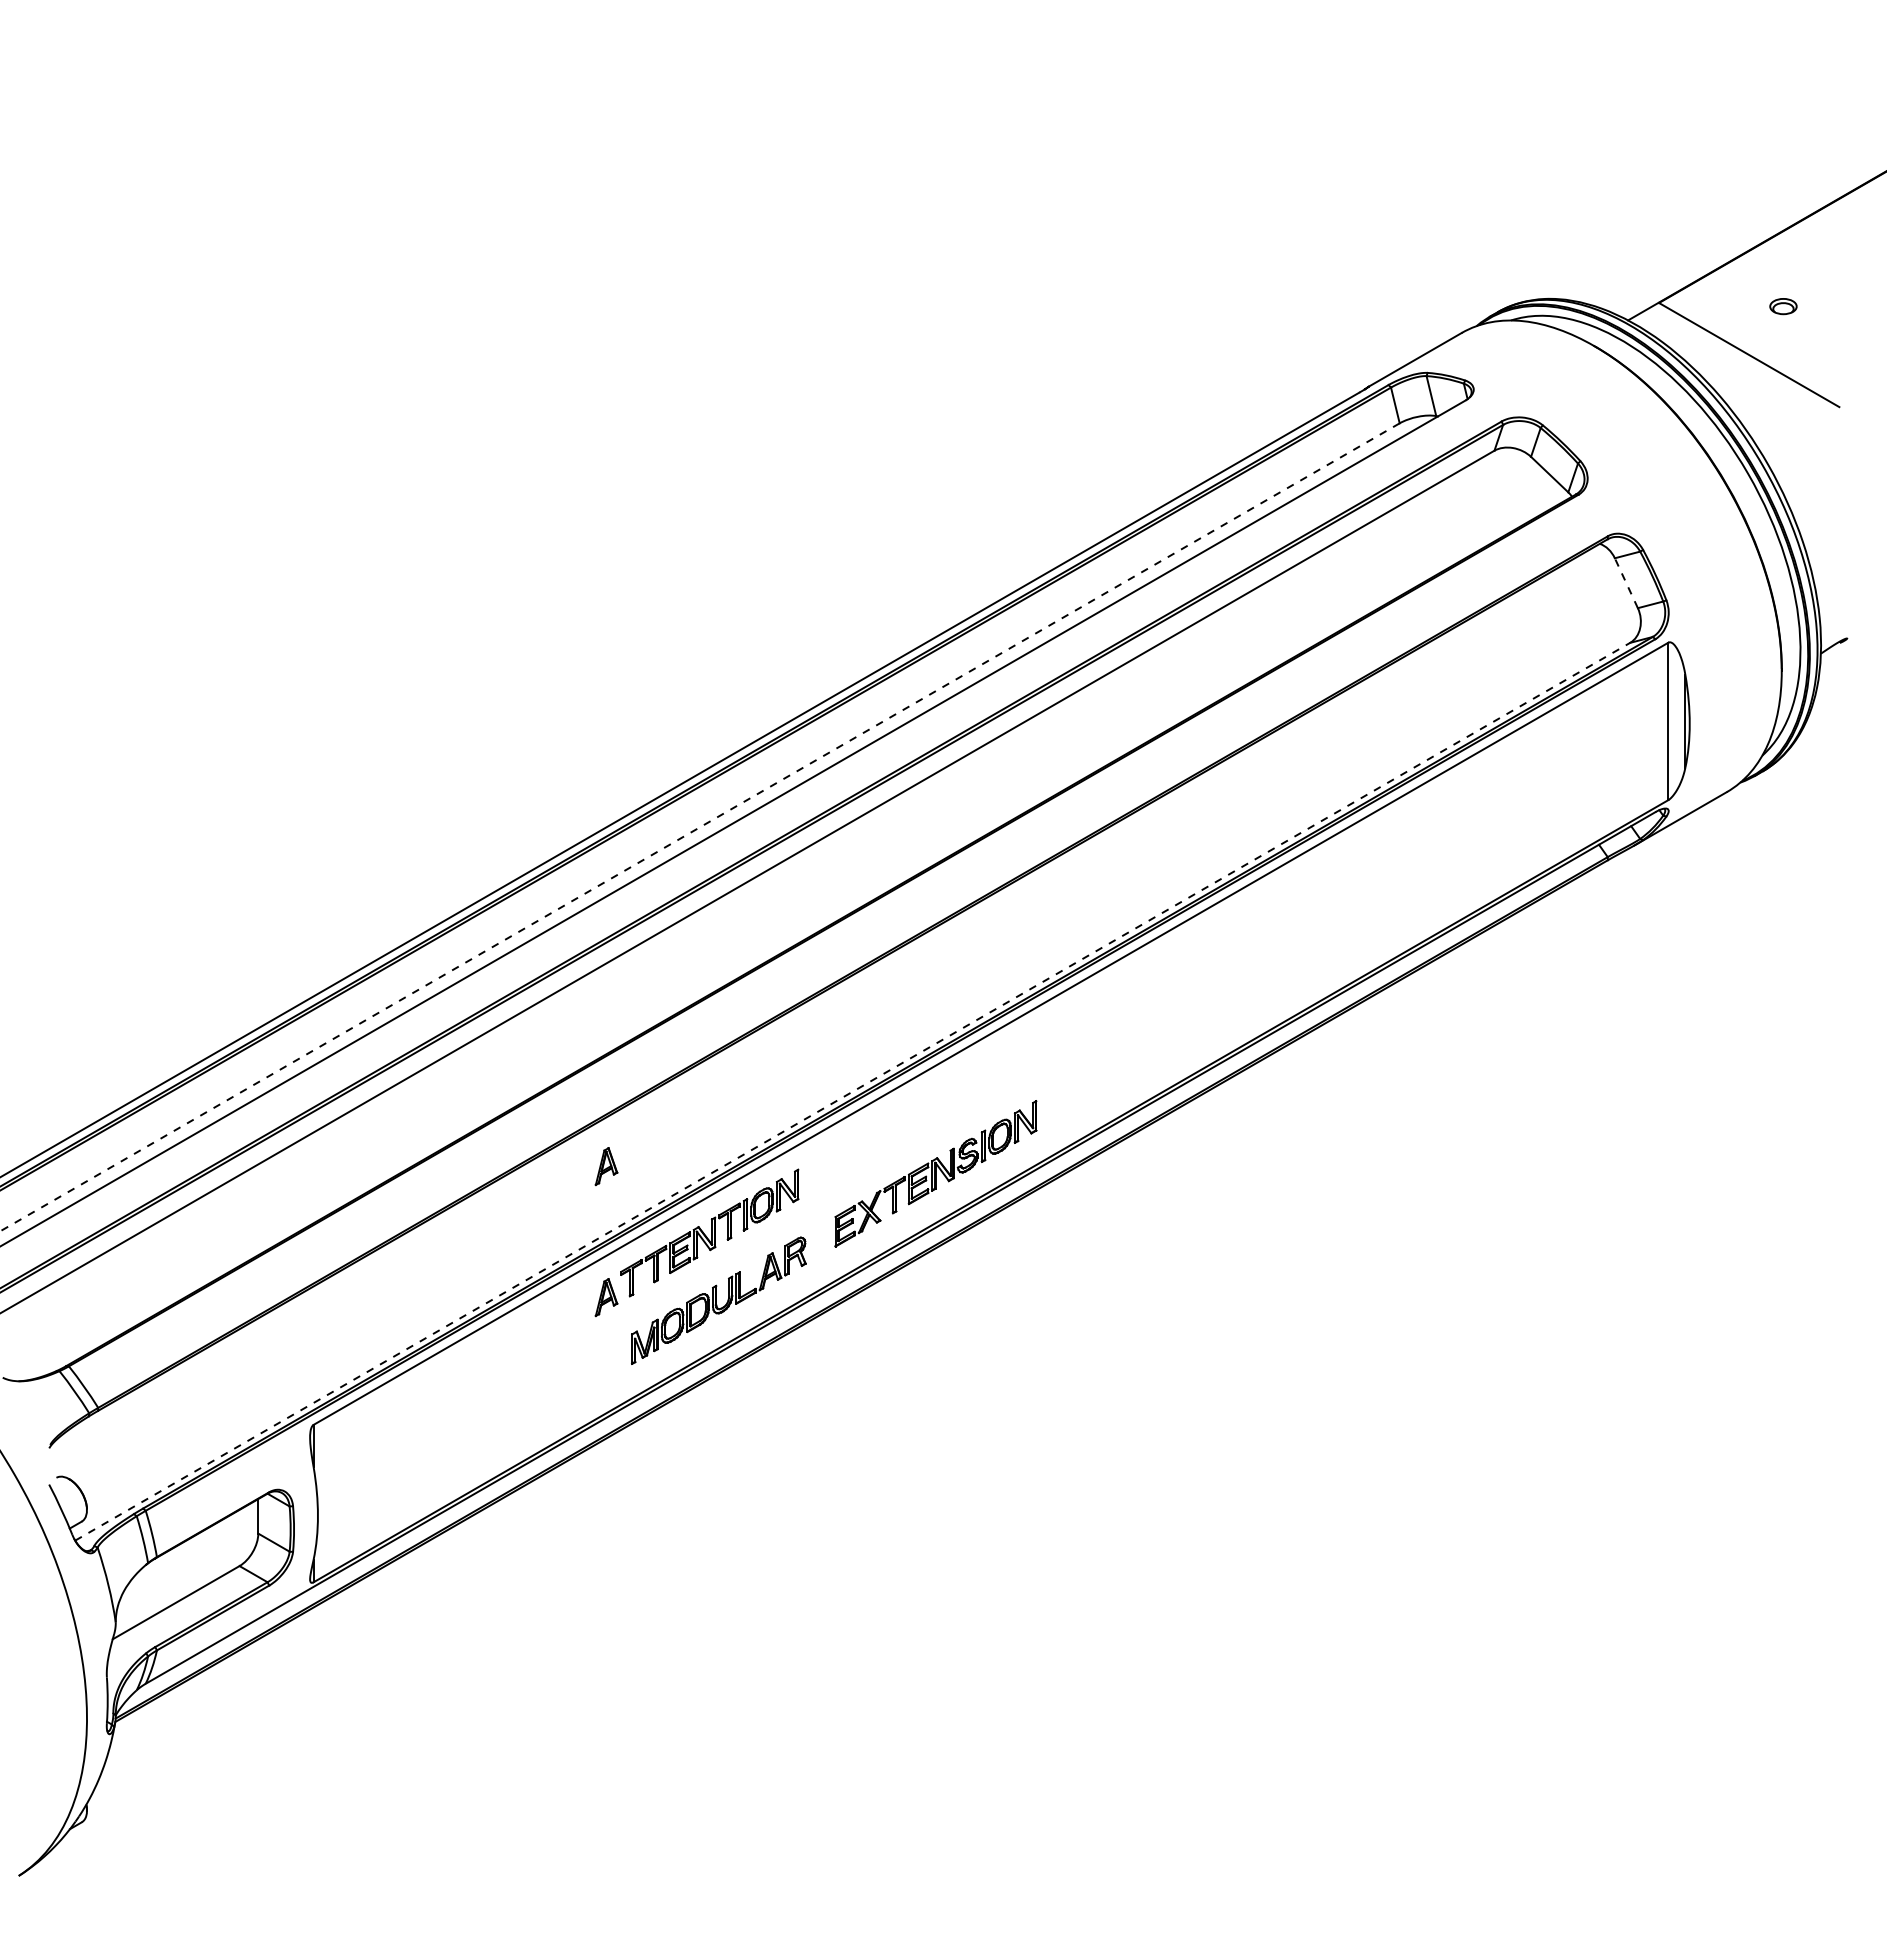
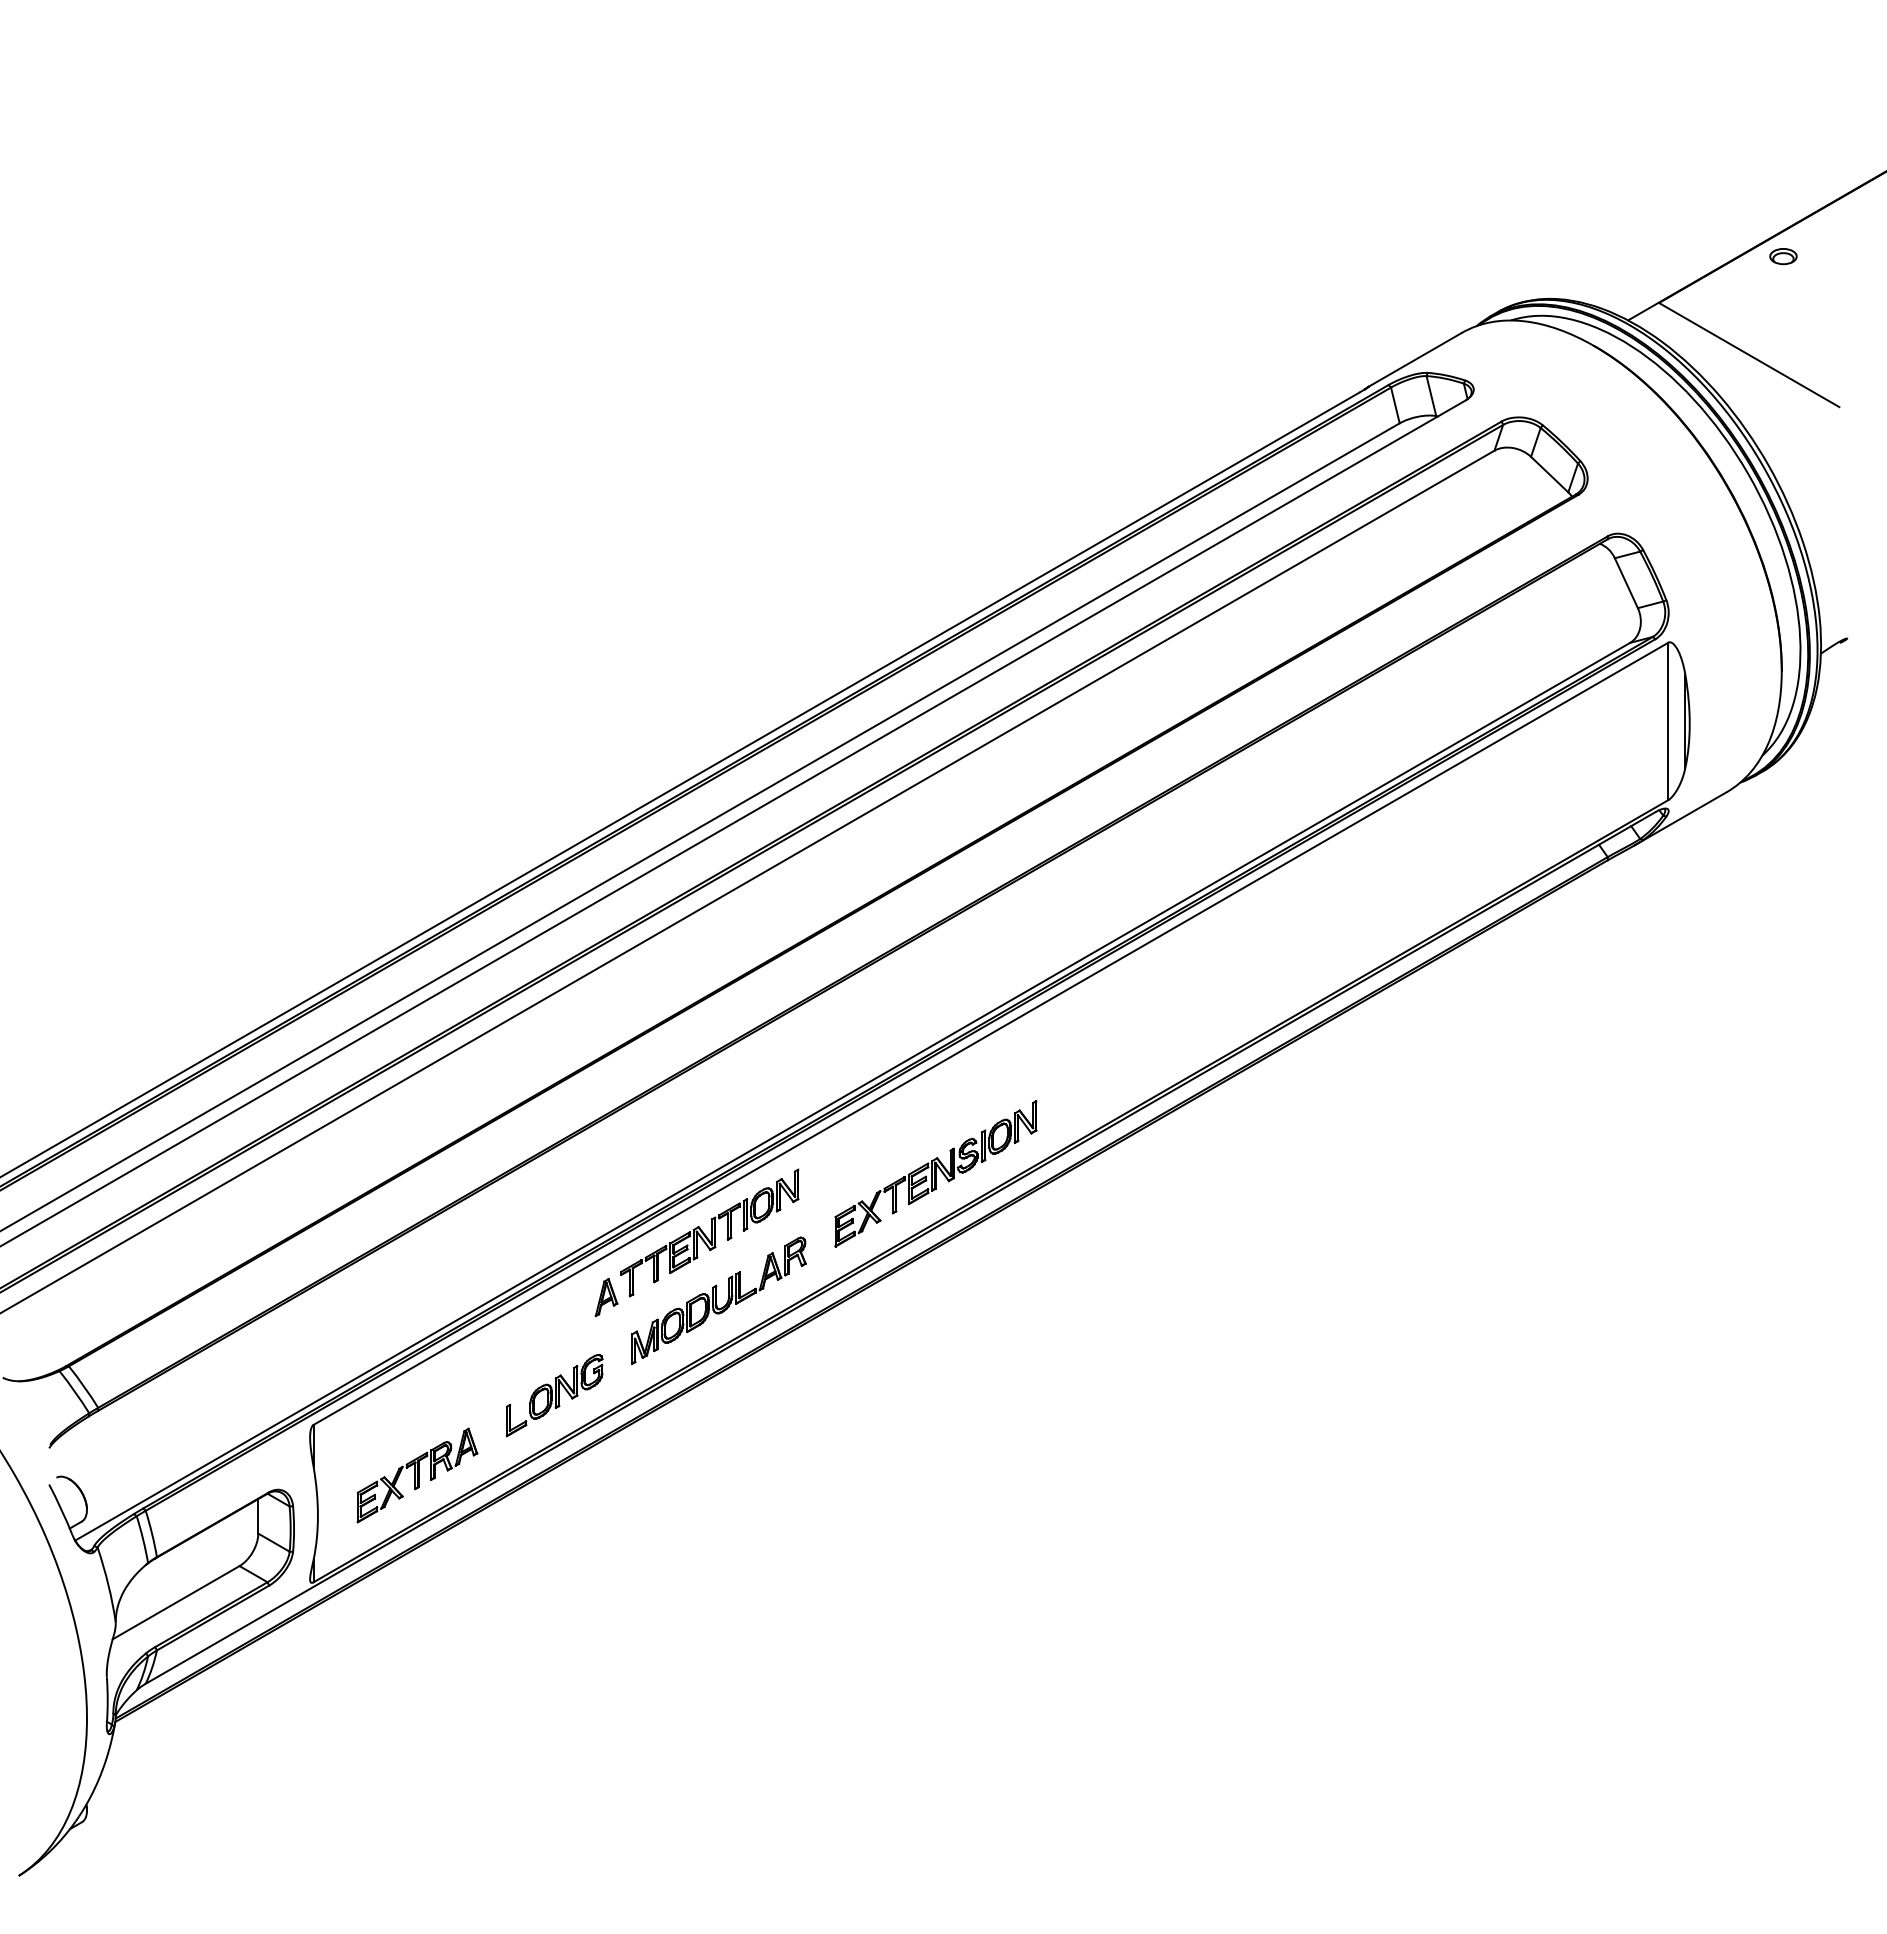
part at (1783, 306) position: (1783, 306) -> (1783, 256)
line at (1626, 582): dashed -> solid
line at (699, 827): dashed -> solid
line at (852, 1091): dashed -> solid
part at (606, 1166): present -> none
part at (554, 1395): none -> present
part at (417, 1475): none -> present
